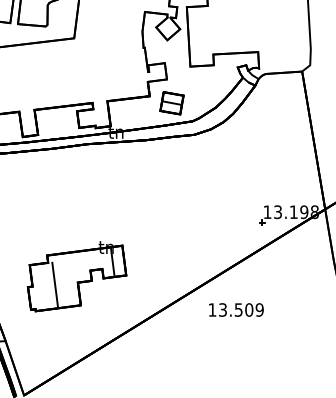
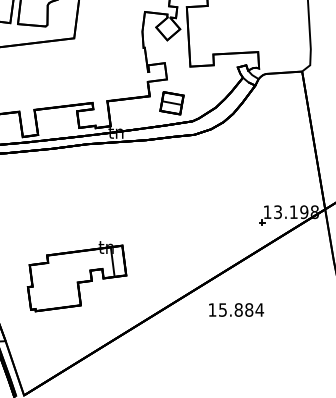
line at (55, 284): present -> none
text at (241, 309): 13.509 -> 15.884
